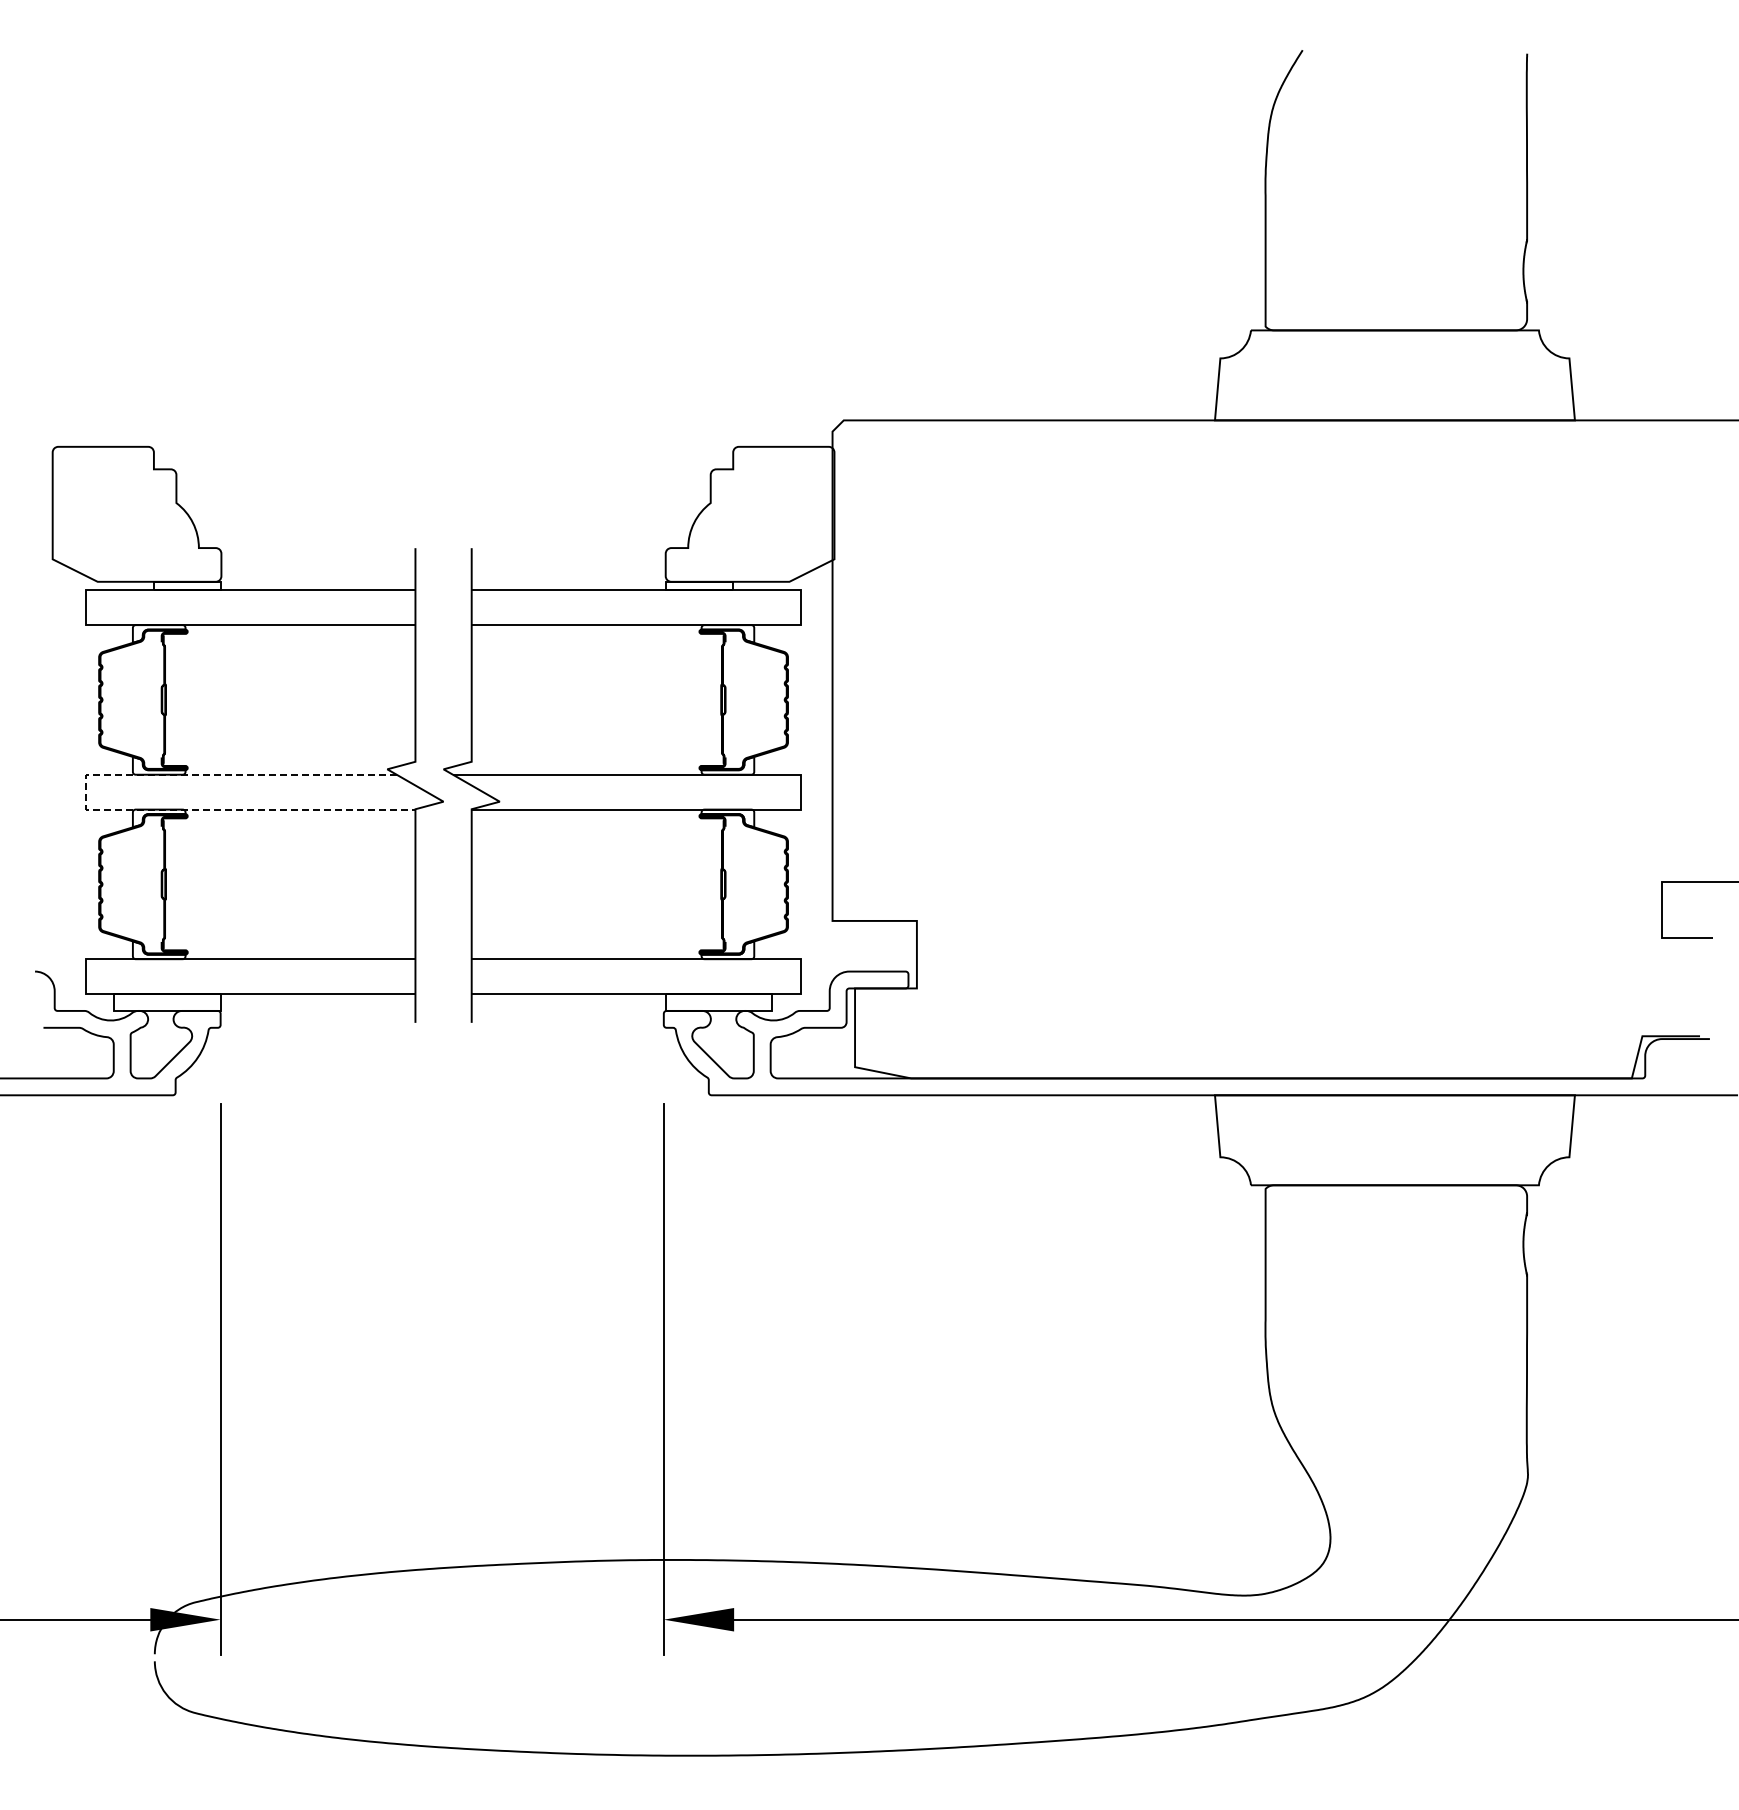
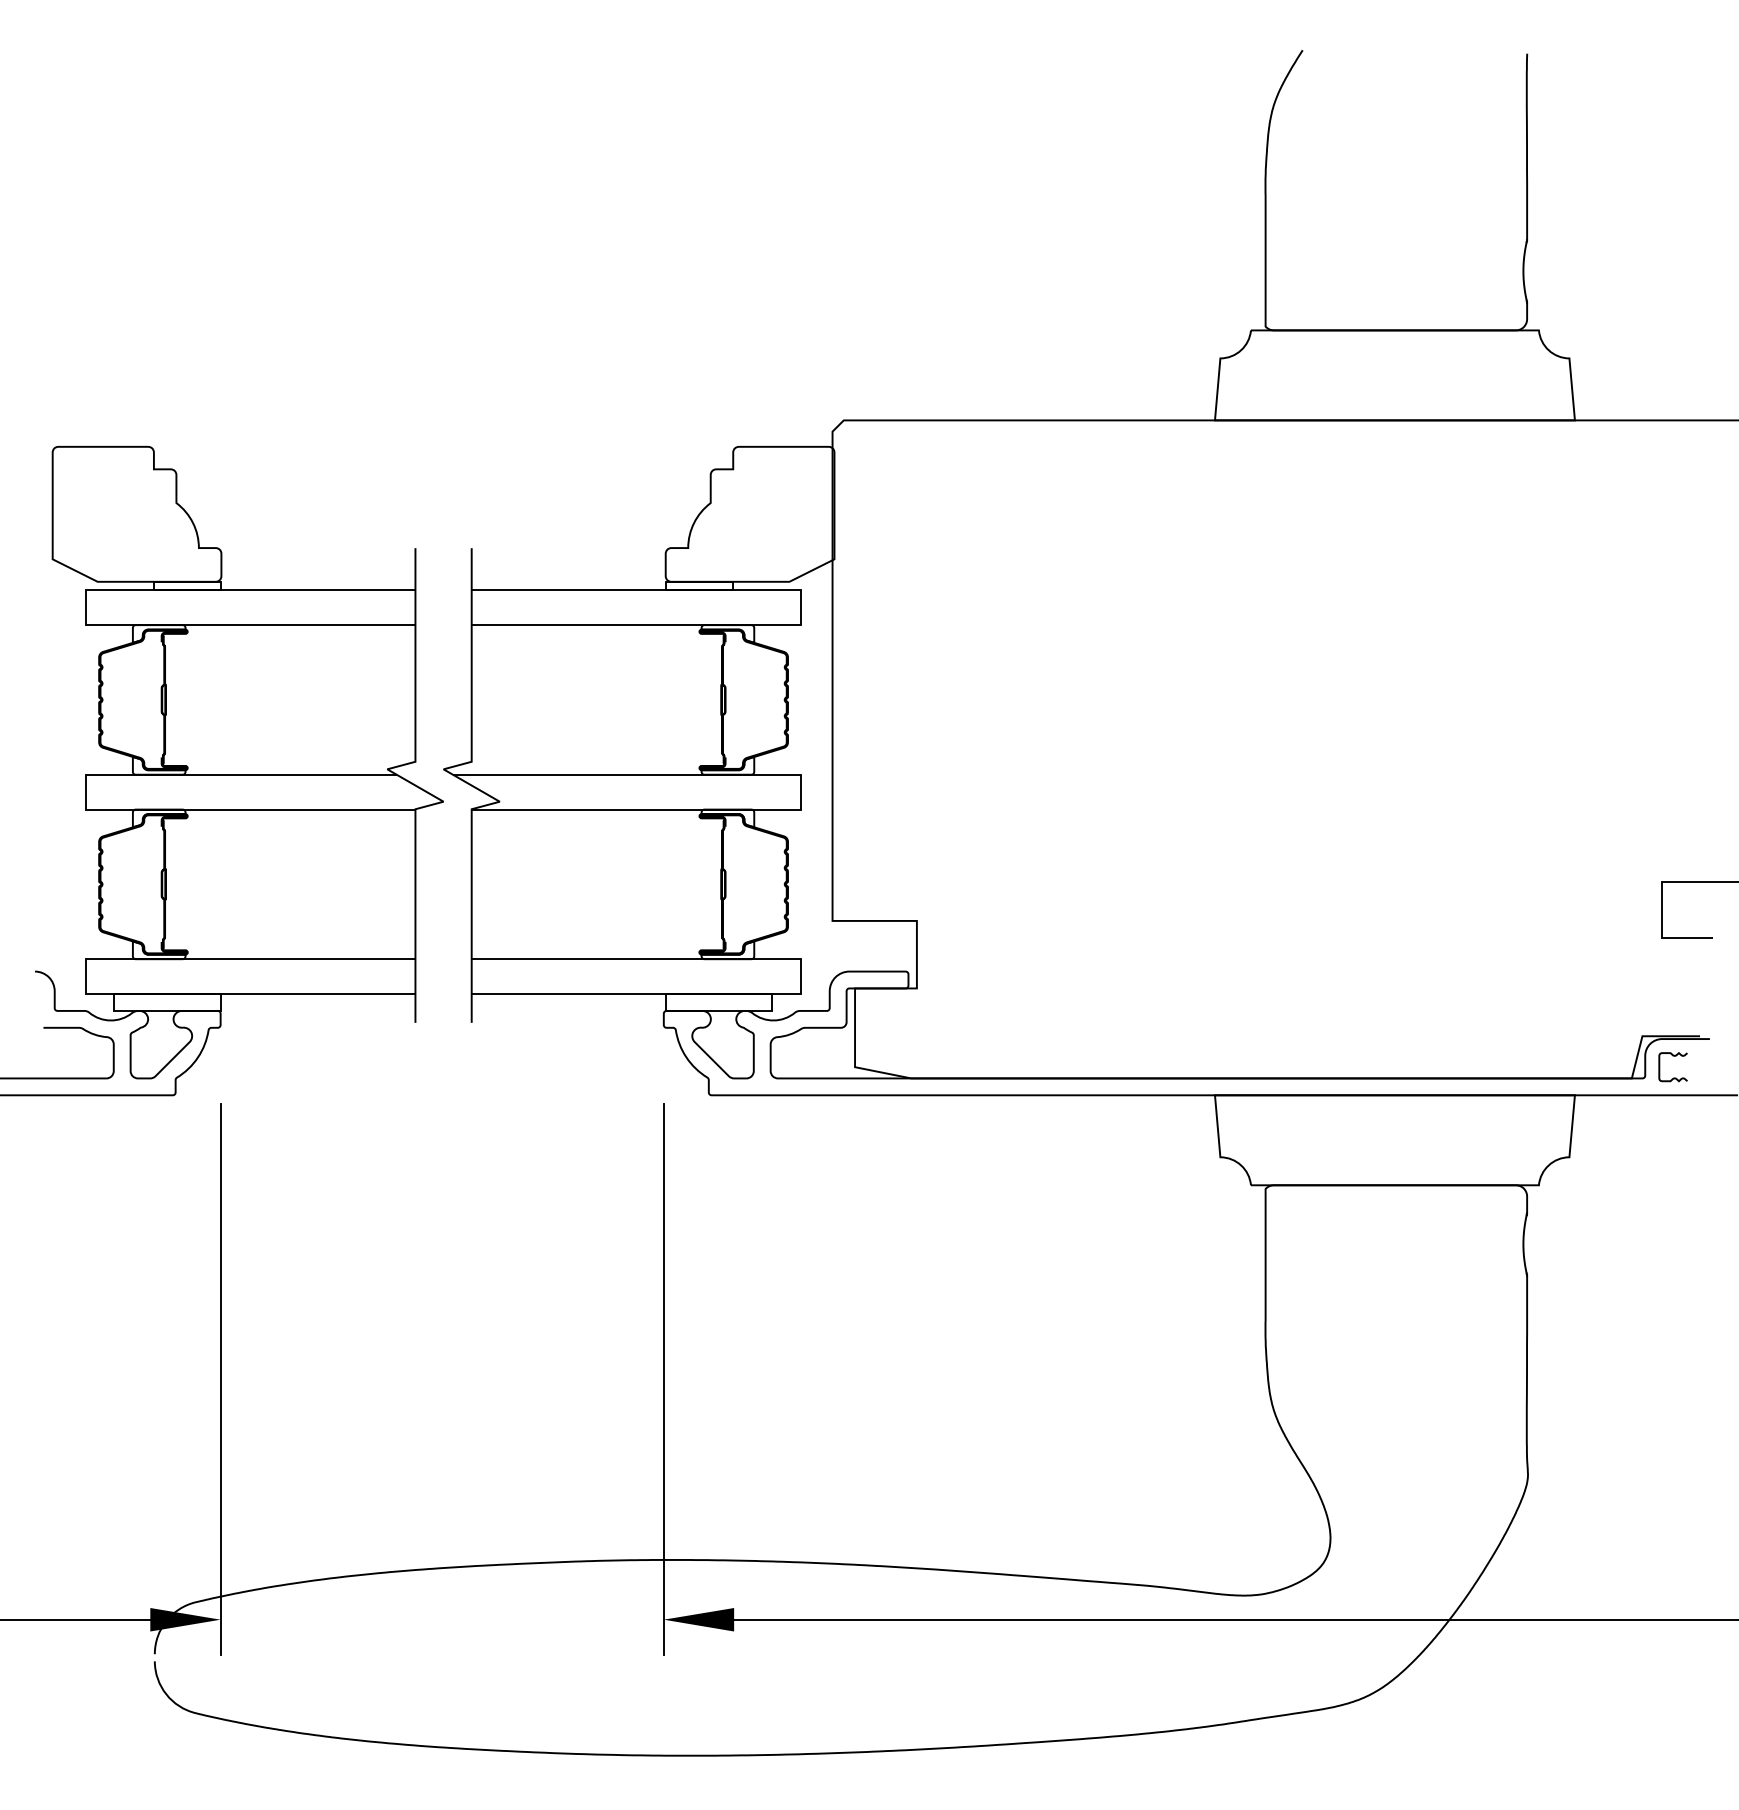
line at (86, 801): dashed -> solid
curve at (1673, 1077): none -> present
